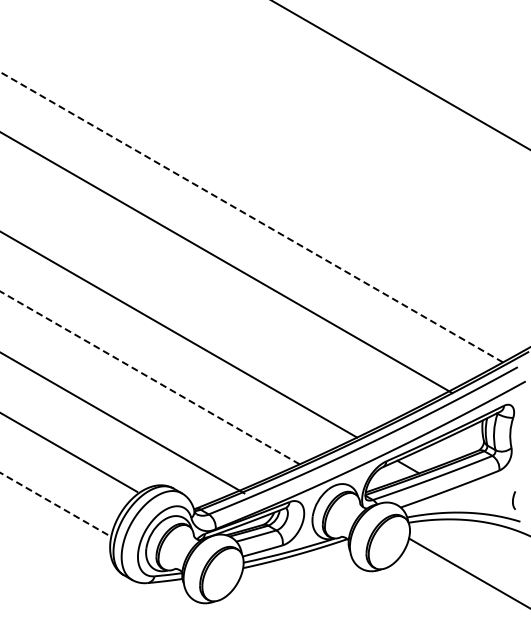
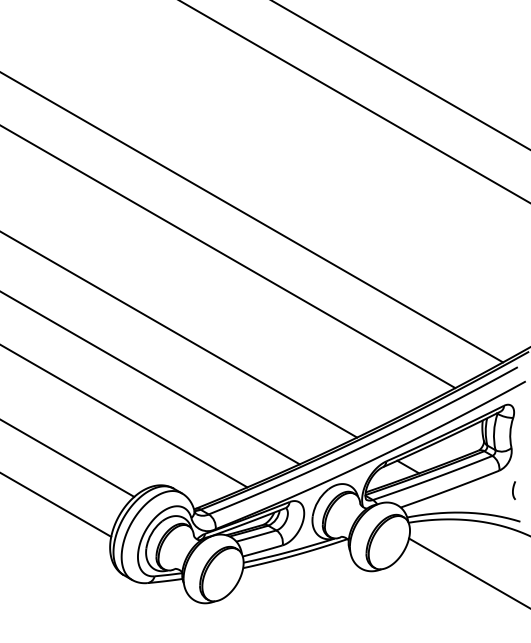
line at (354, 101): none -> present
line at (251, 216): dashed -> solid
line at (227, 263) position: (227, 263) -> (228, 257)
line at (149, 377): dashed -> solid
line at (123, 423) position: (123, 423) -> (124, 416)
line at (69, 452) position: (69, 452) -> (68, 458)
curve at (513, 500) position: (513, 500) -> (513, 490)
line at (55, 504): dashed -> solid
